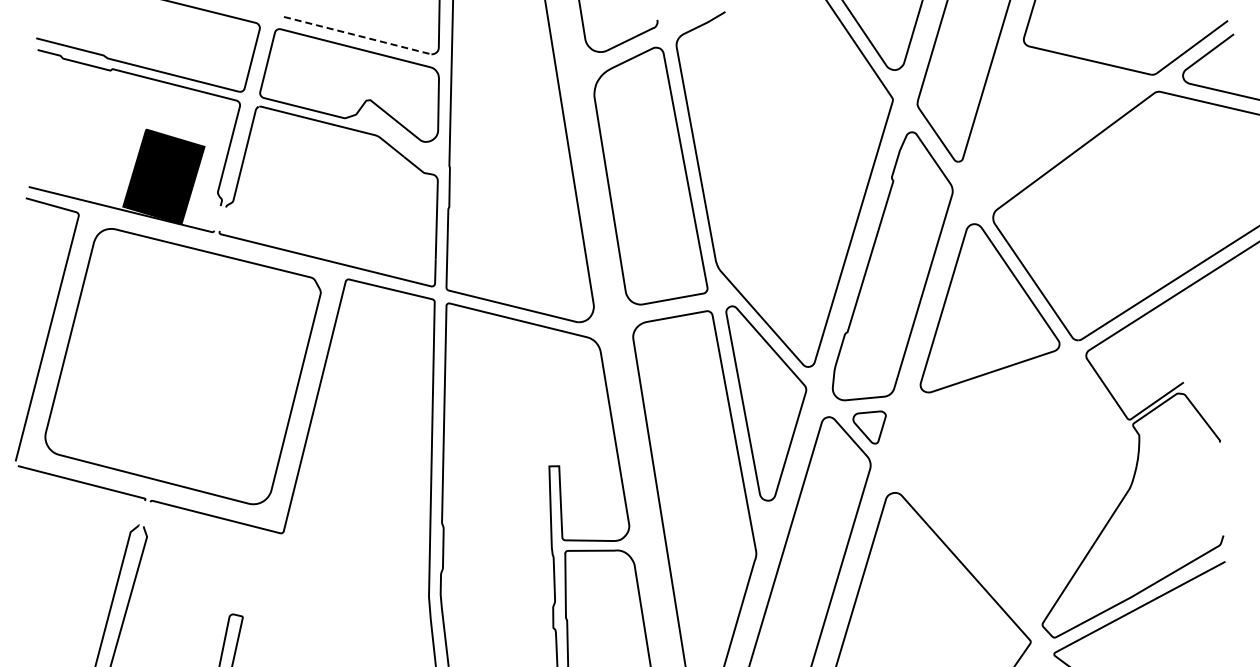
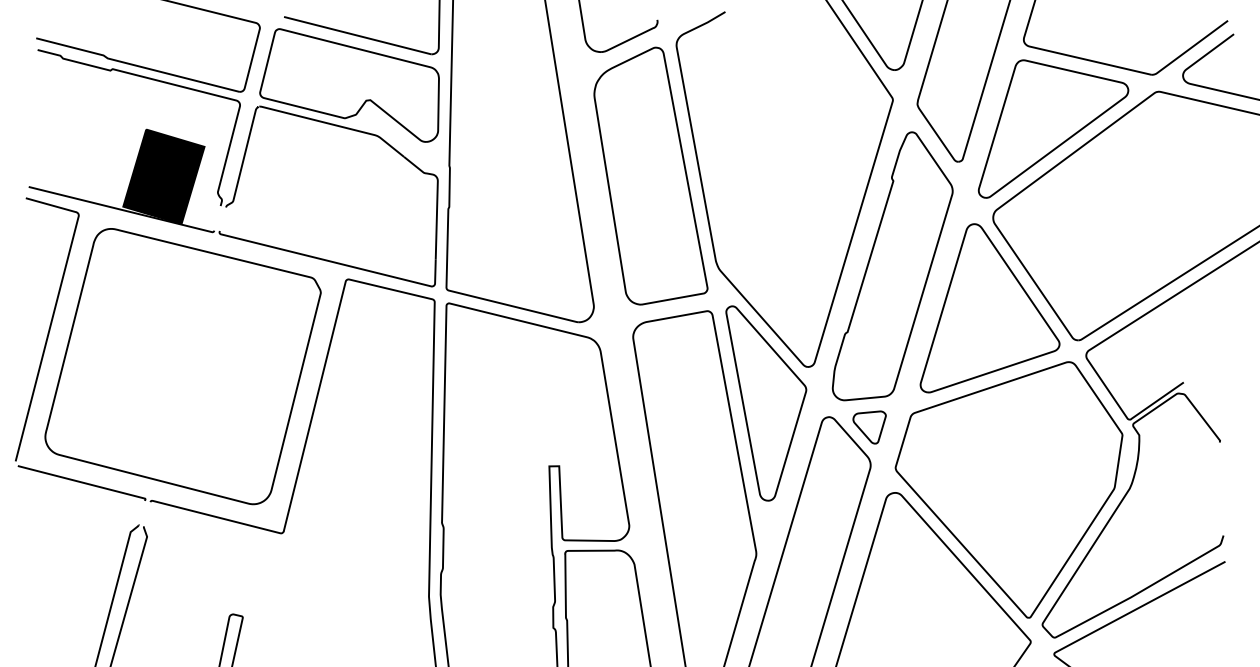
line at (358, 35): dashed -> solid
part at (1053, 128): none -> present
part at (1008, 489): none -> present
